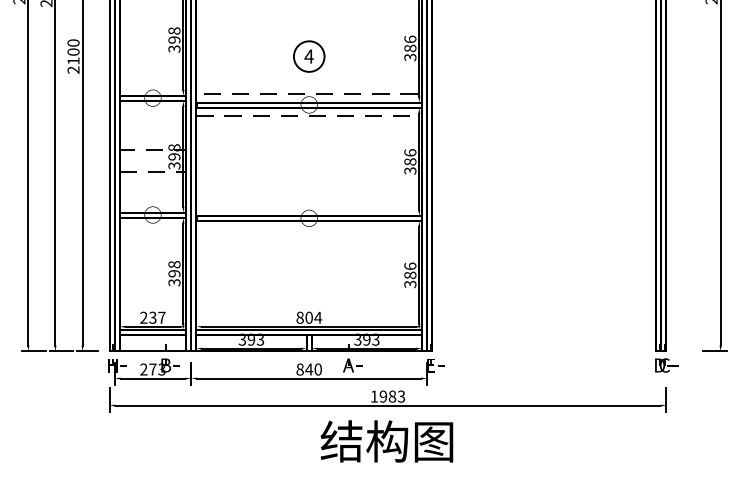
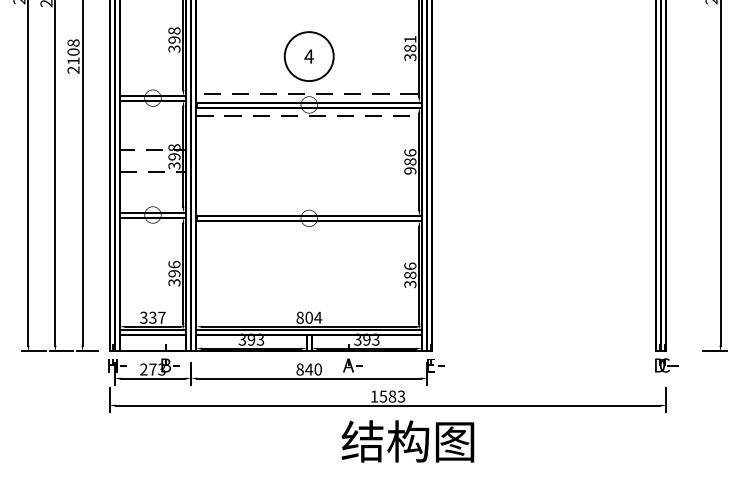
text at (410, 38): 386 -> 381
text at (73, 42): 2100 -> 2108
circle at (308, 56) diameter: 31 px -> 49 px
text at (410, 170): 386 -> 986
text at (174, 264): 398 -> 396
text at (143, 317): 237 -> 337
text at (383, 396): 1983 -> 1583
text at (386, 441) position: (386, 441) -> (407, 441)
